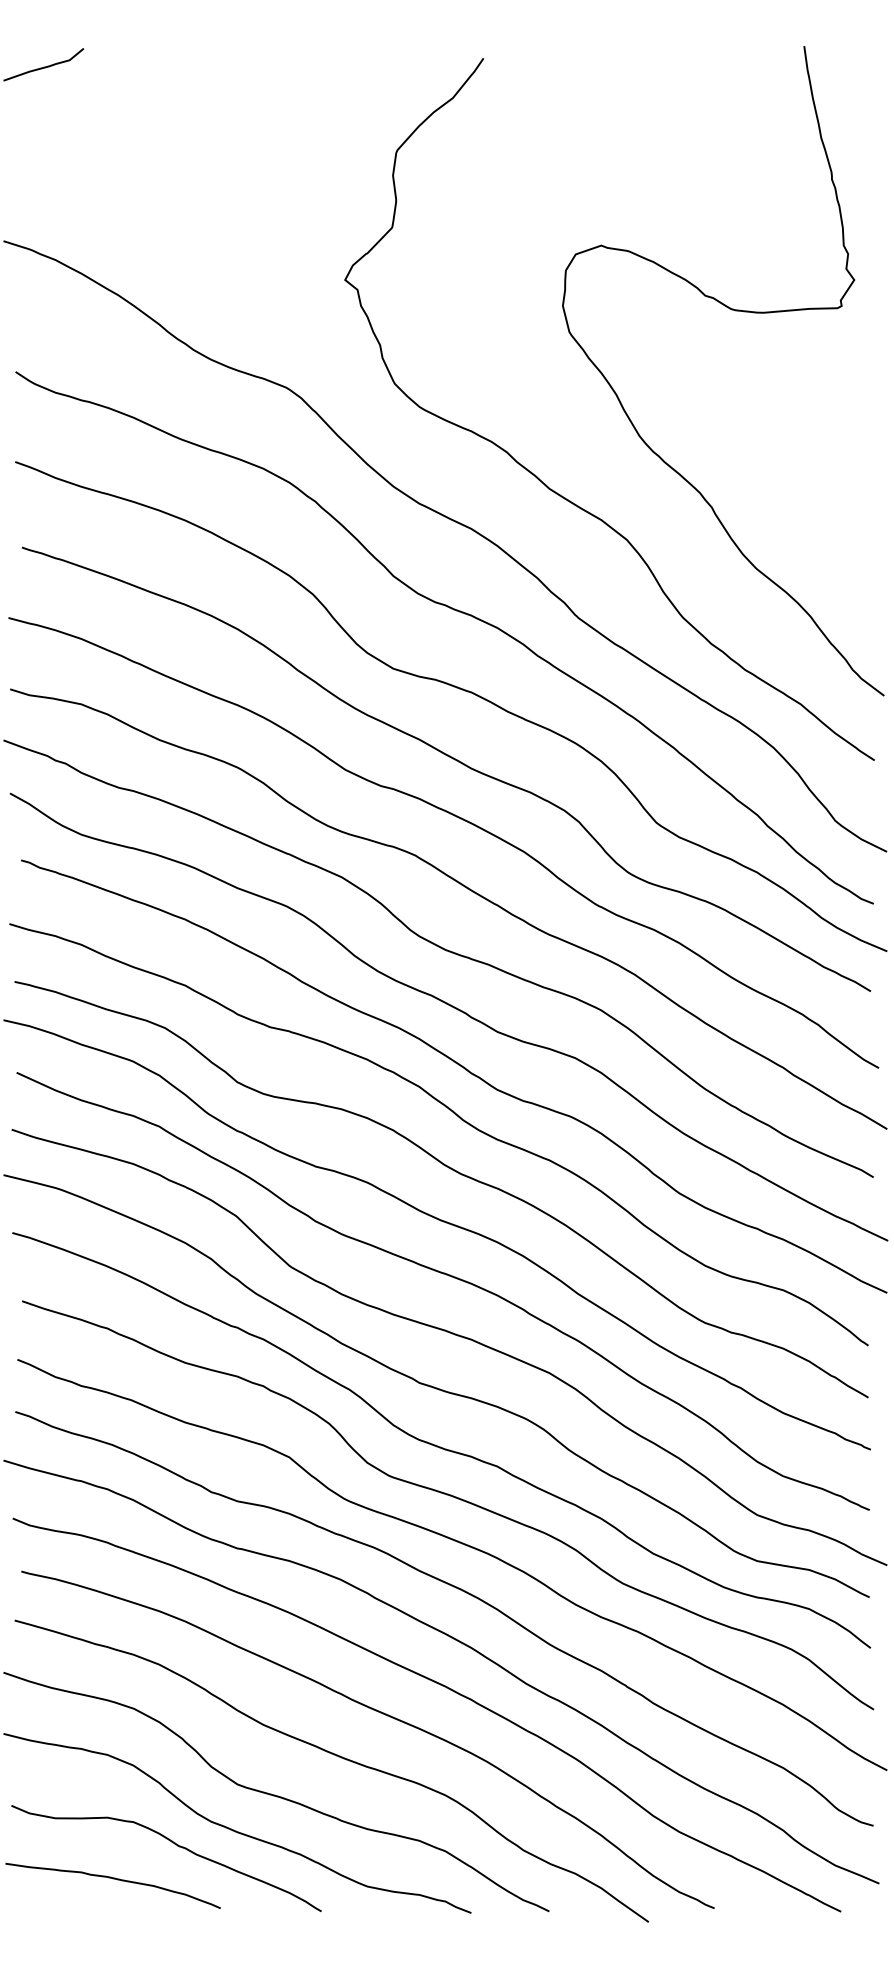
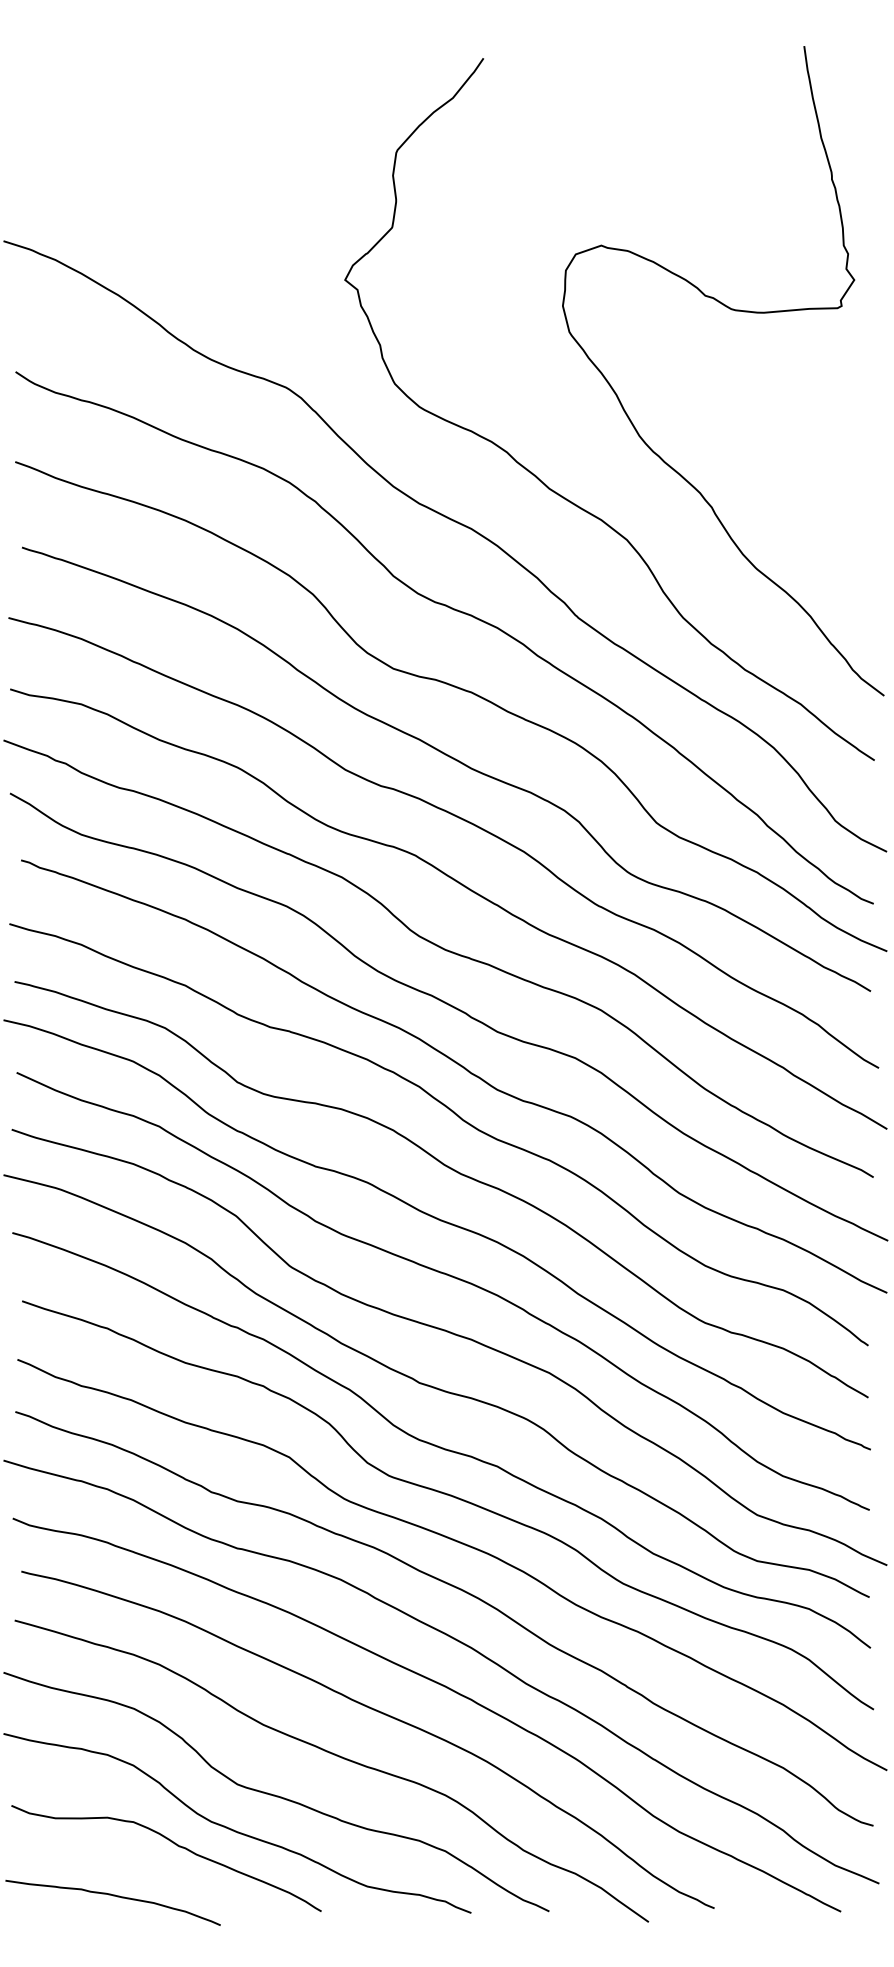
curve at (44, 66): present -> none
curve at (113, 1879) position: (113, 1879) -> (113, 1896)
